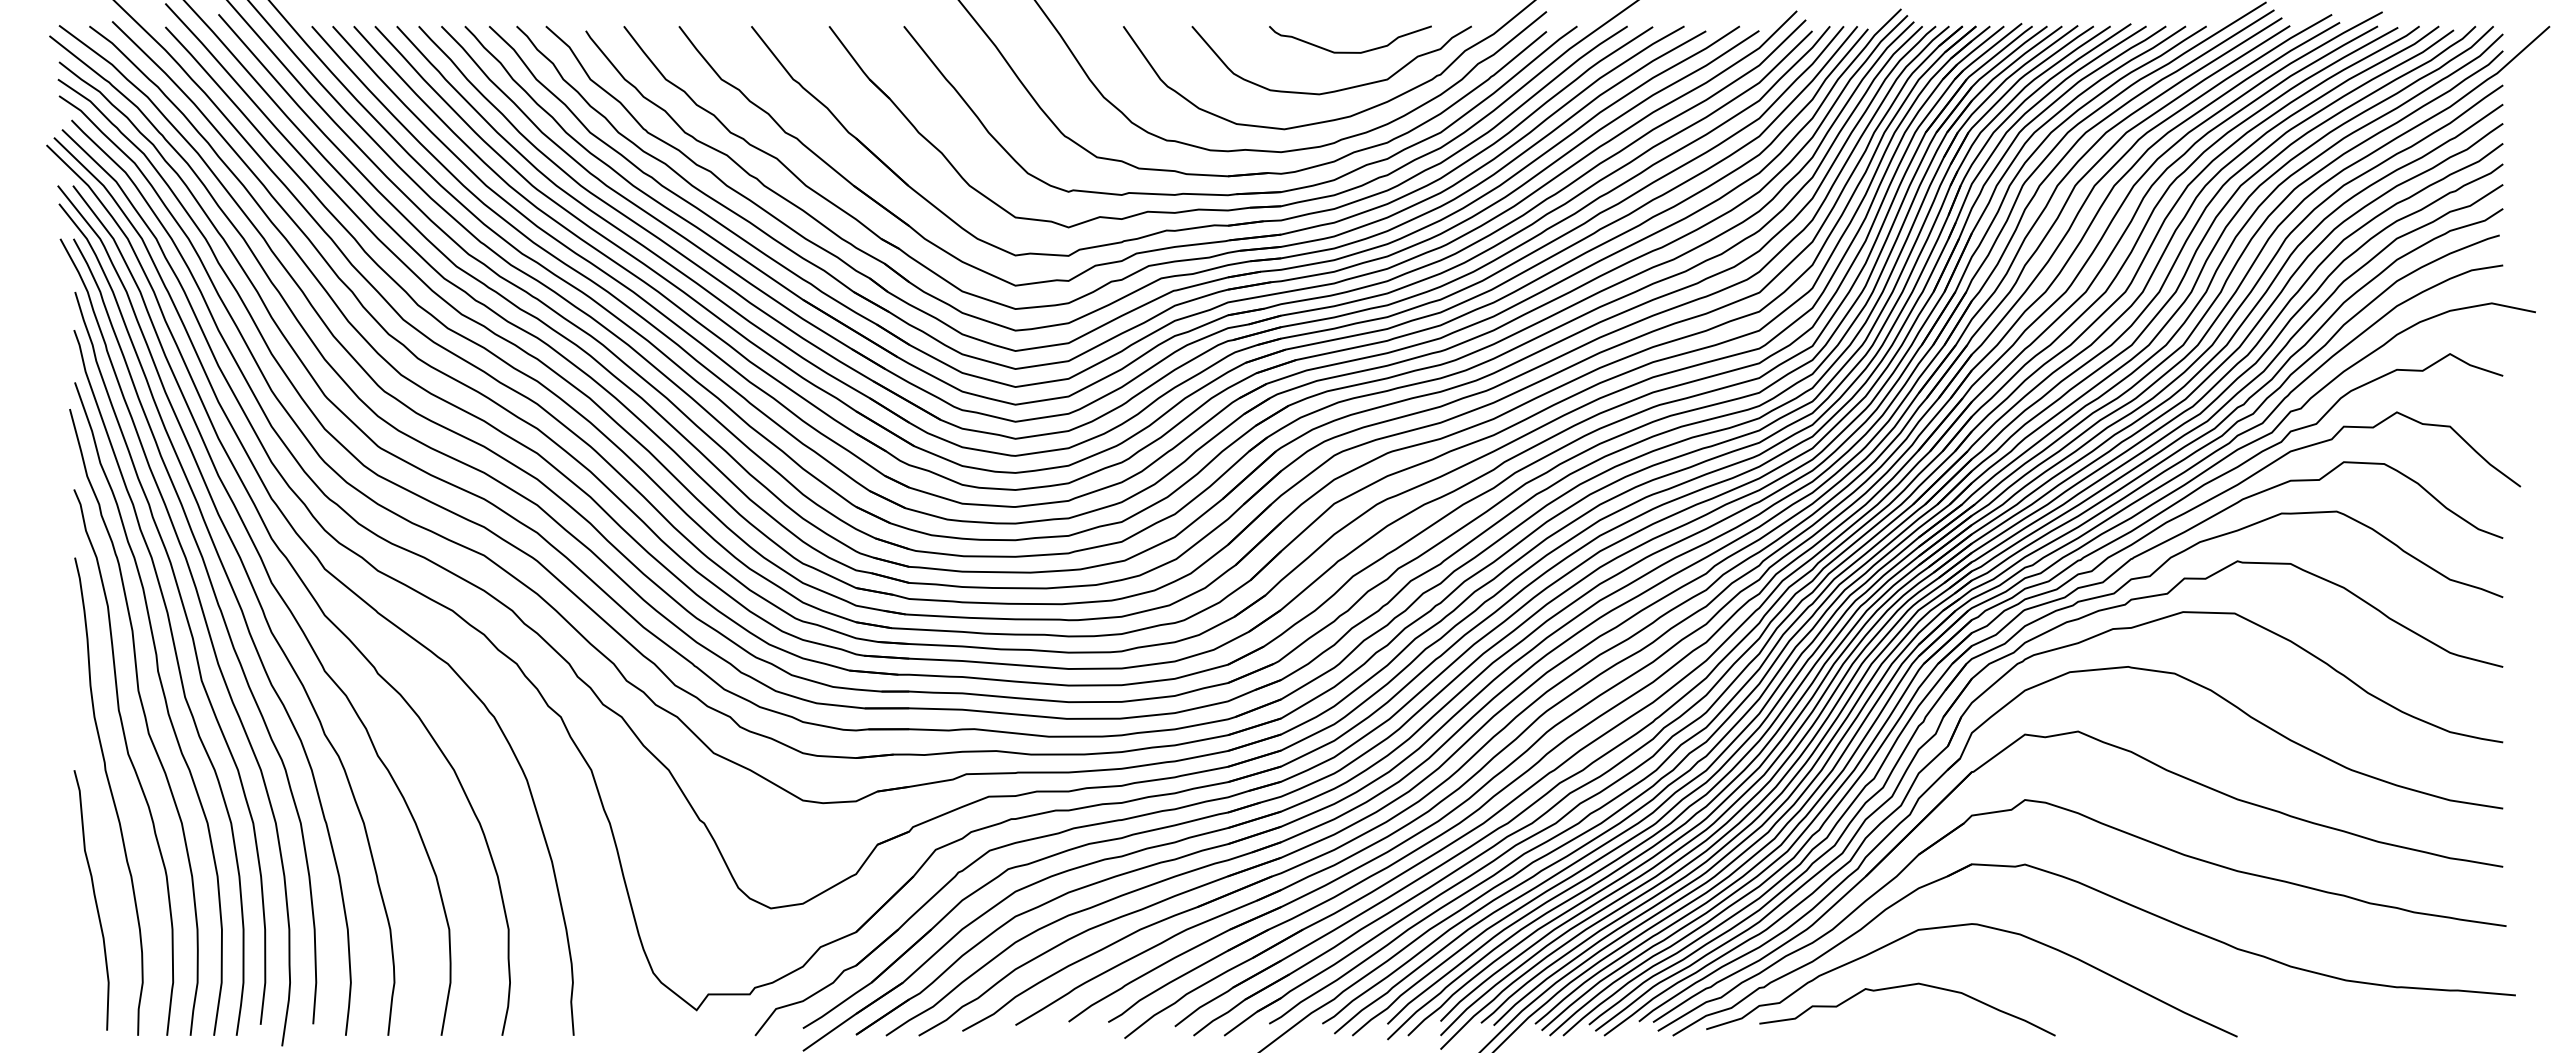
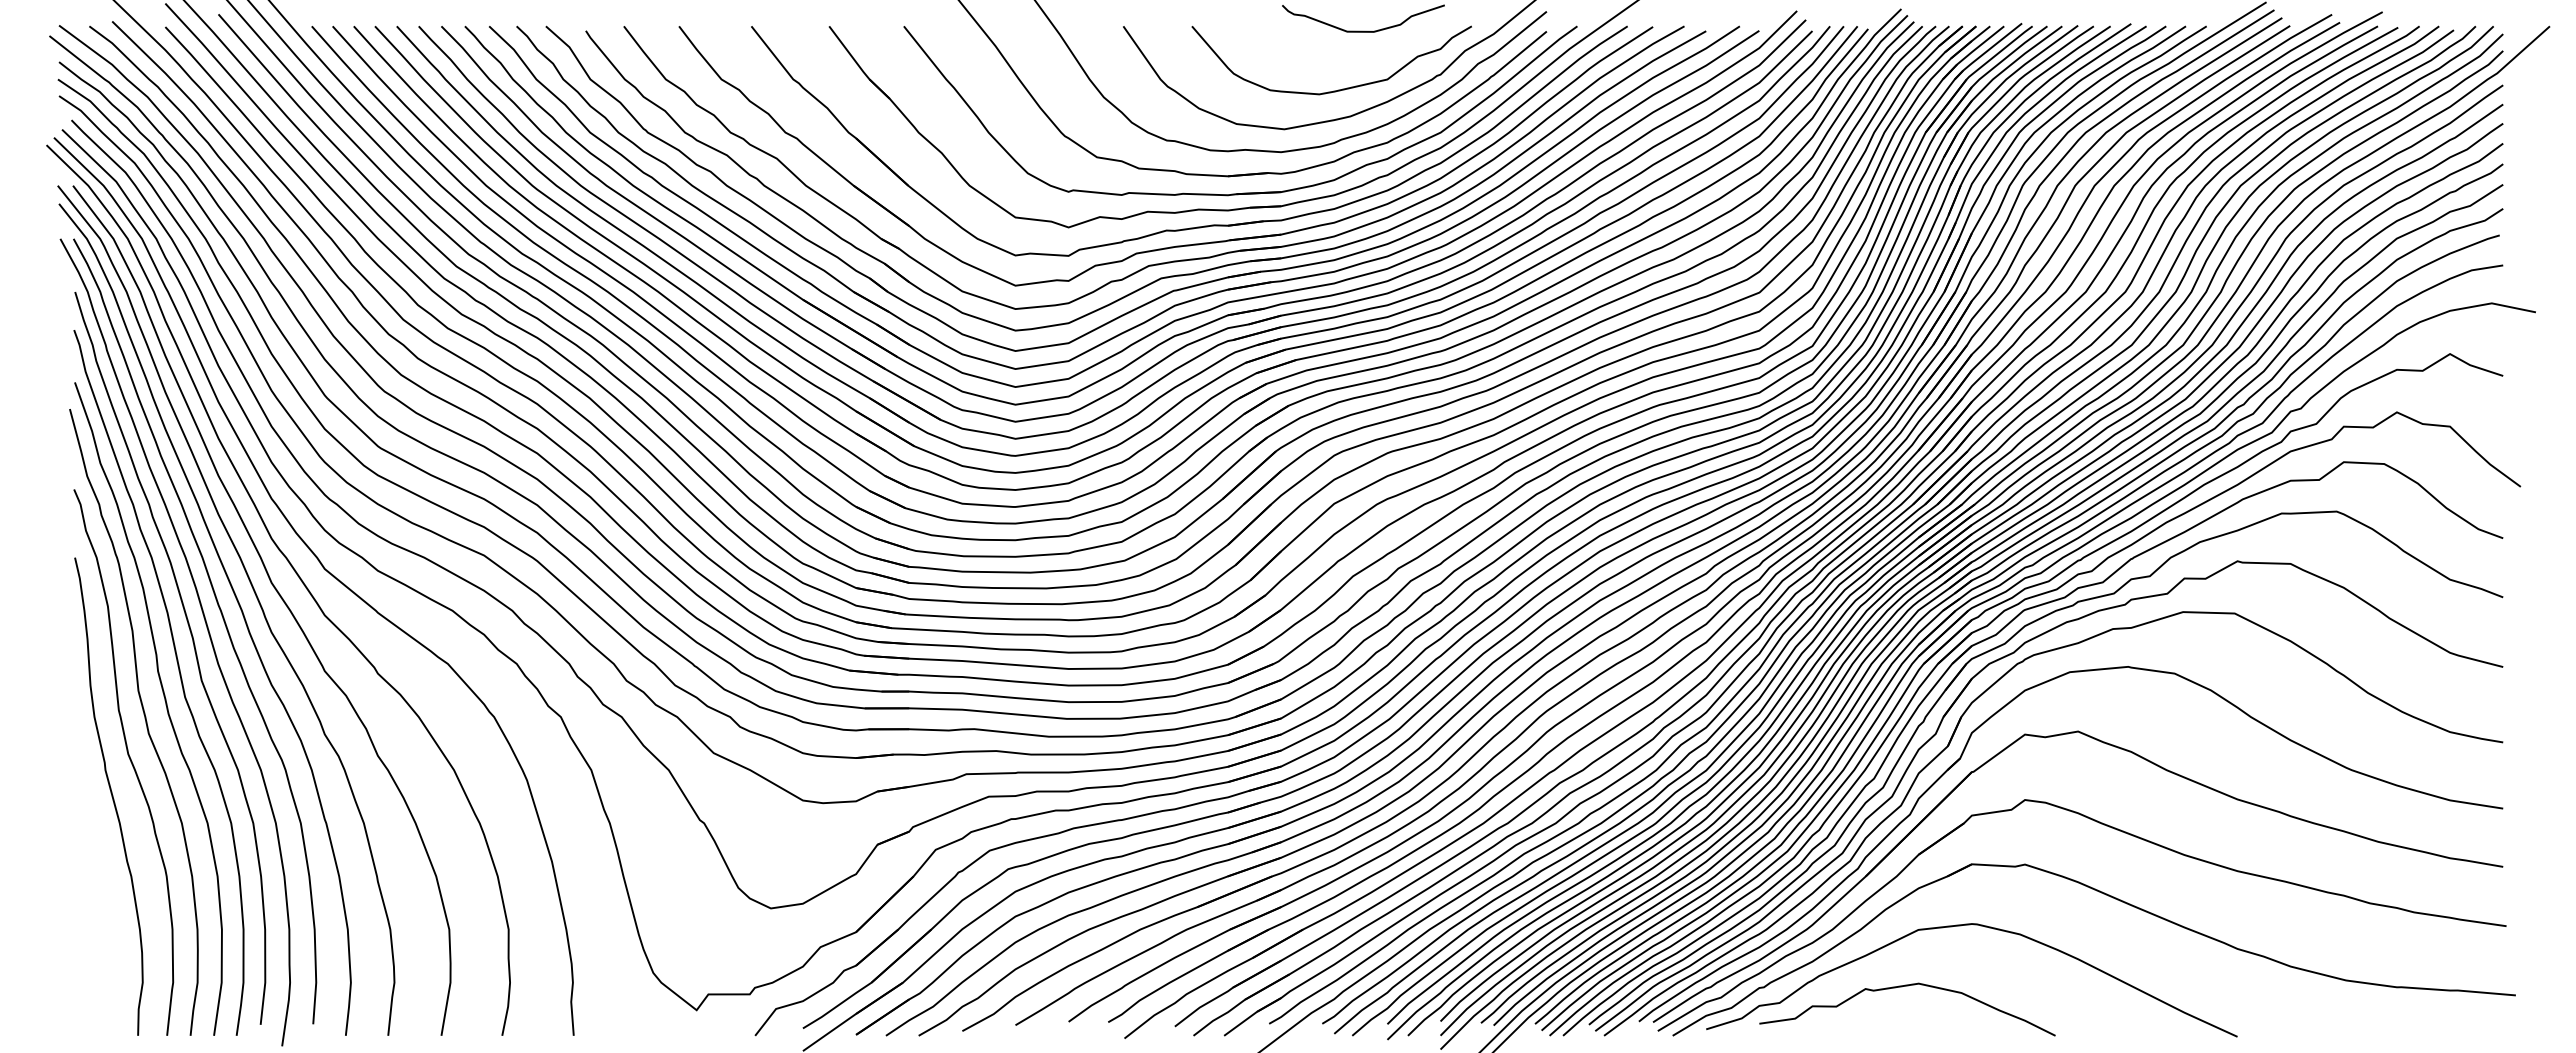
curve at (1350, 51) position: (1350, 51) -> (1363, 30)
curve at (94, 900): present -> none
